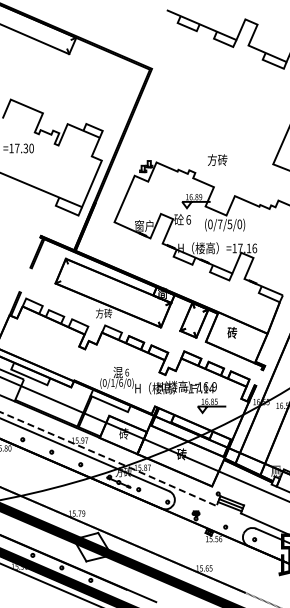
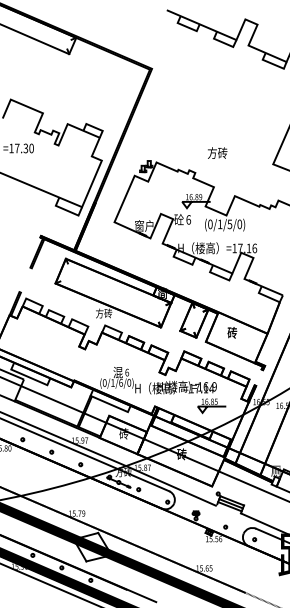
text at (217, 159) position: (217, 159) -> (217, 152)
text at (220, 224): (0/7/5/0) -> (0/1/5/0)
line at (109, 458): dashed -> solid
